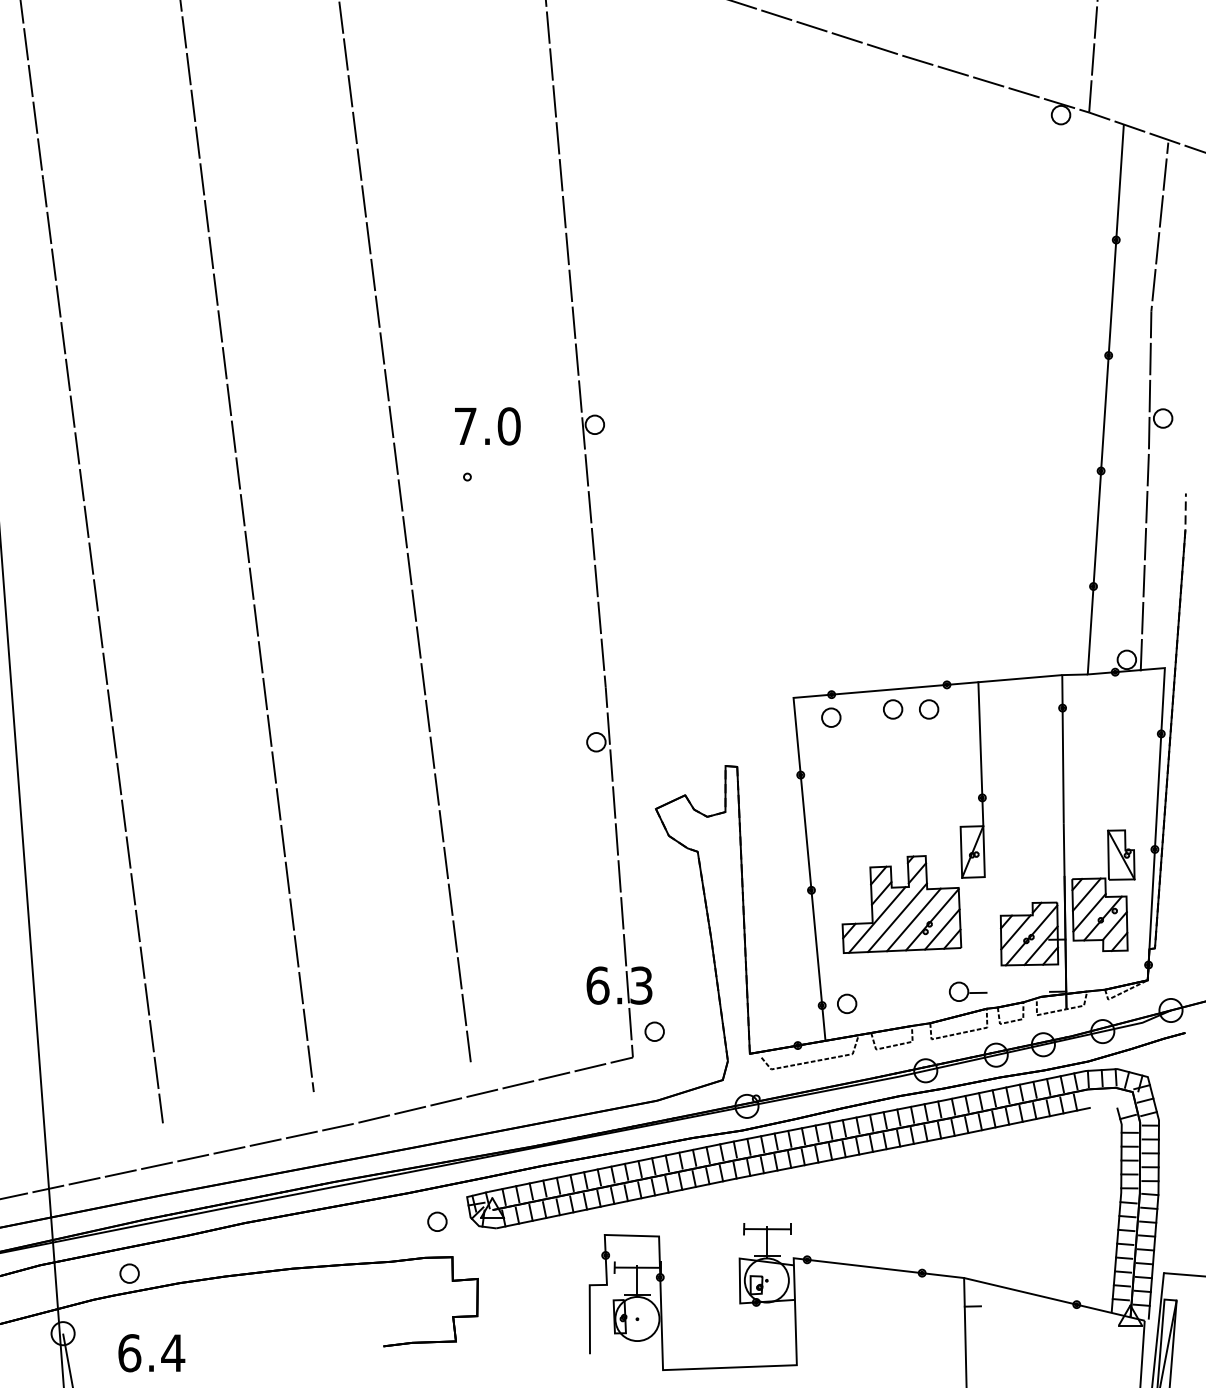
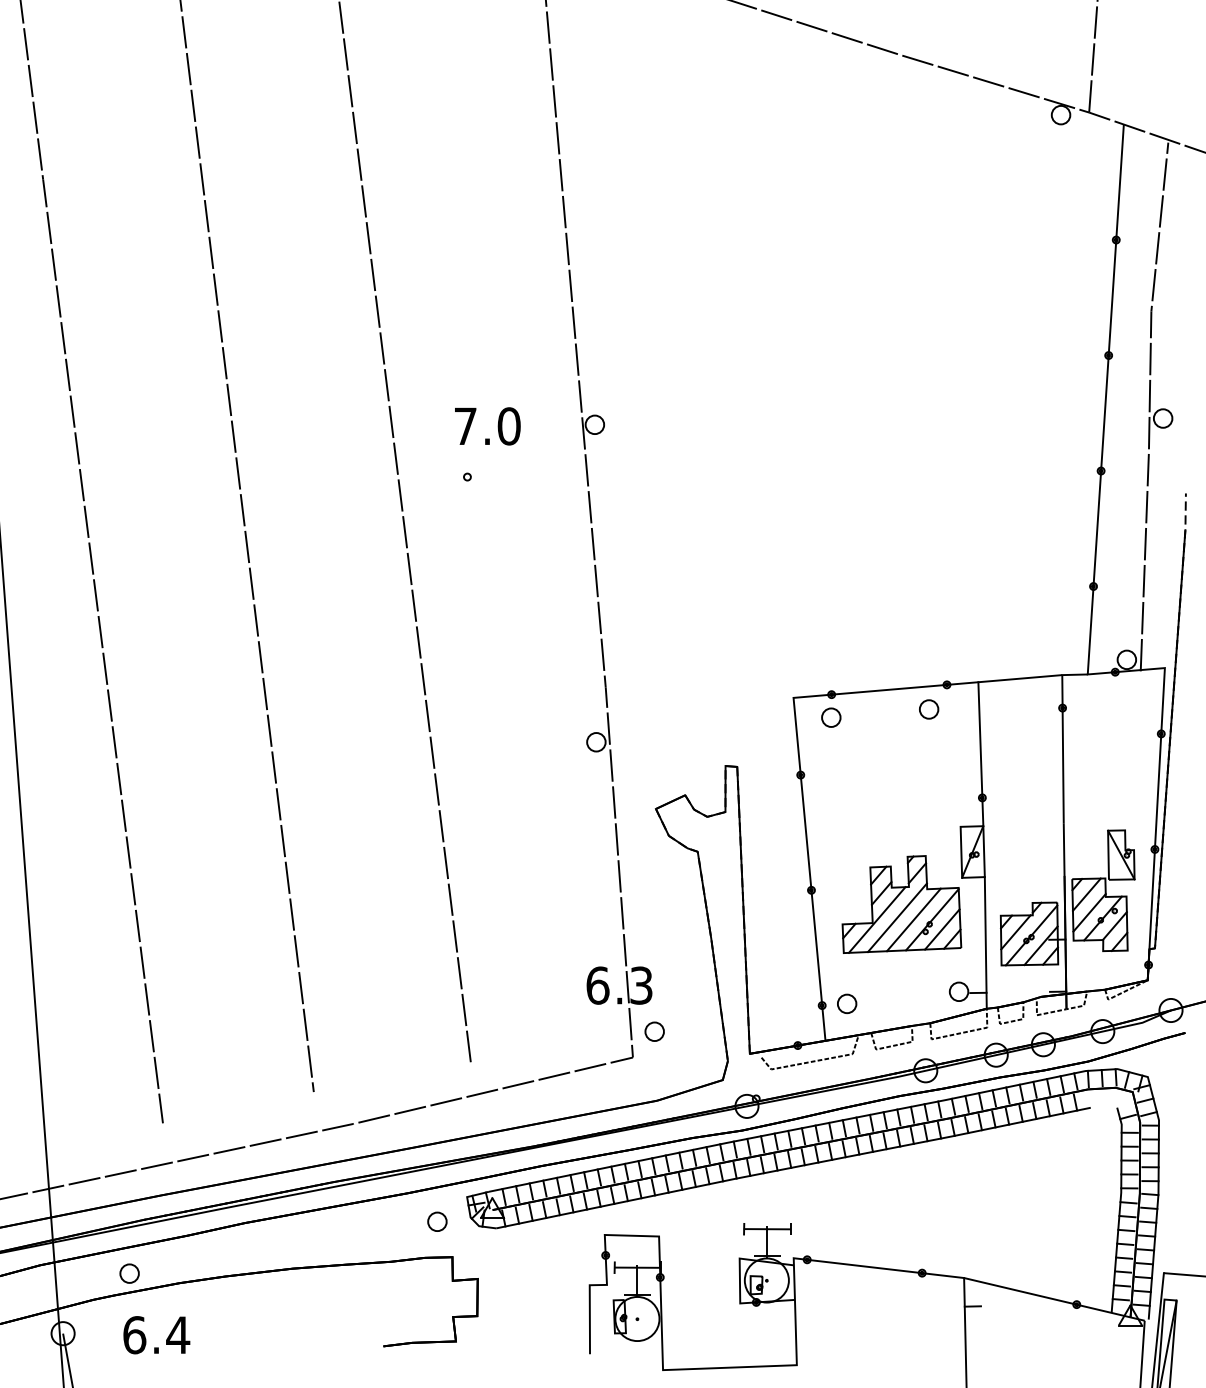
part at (893, 709): present -> none
line at (985, 942): none -> present
text at (151, 1353) position: (151, 1353) -> (156, 1335)
